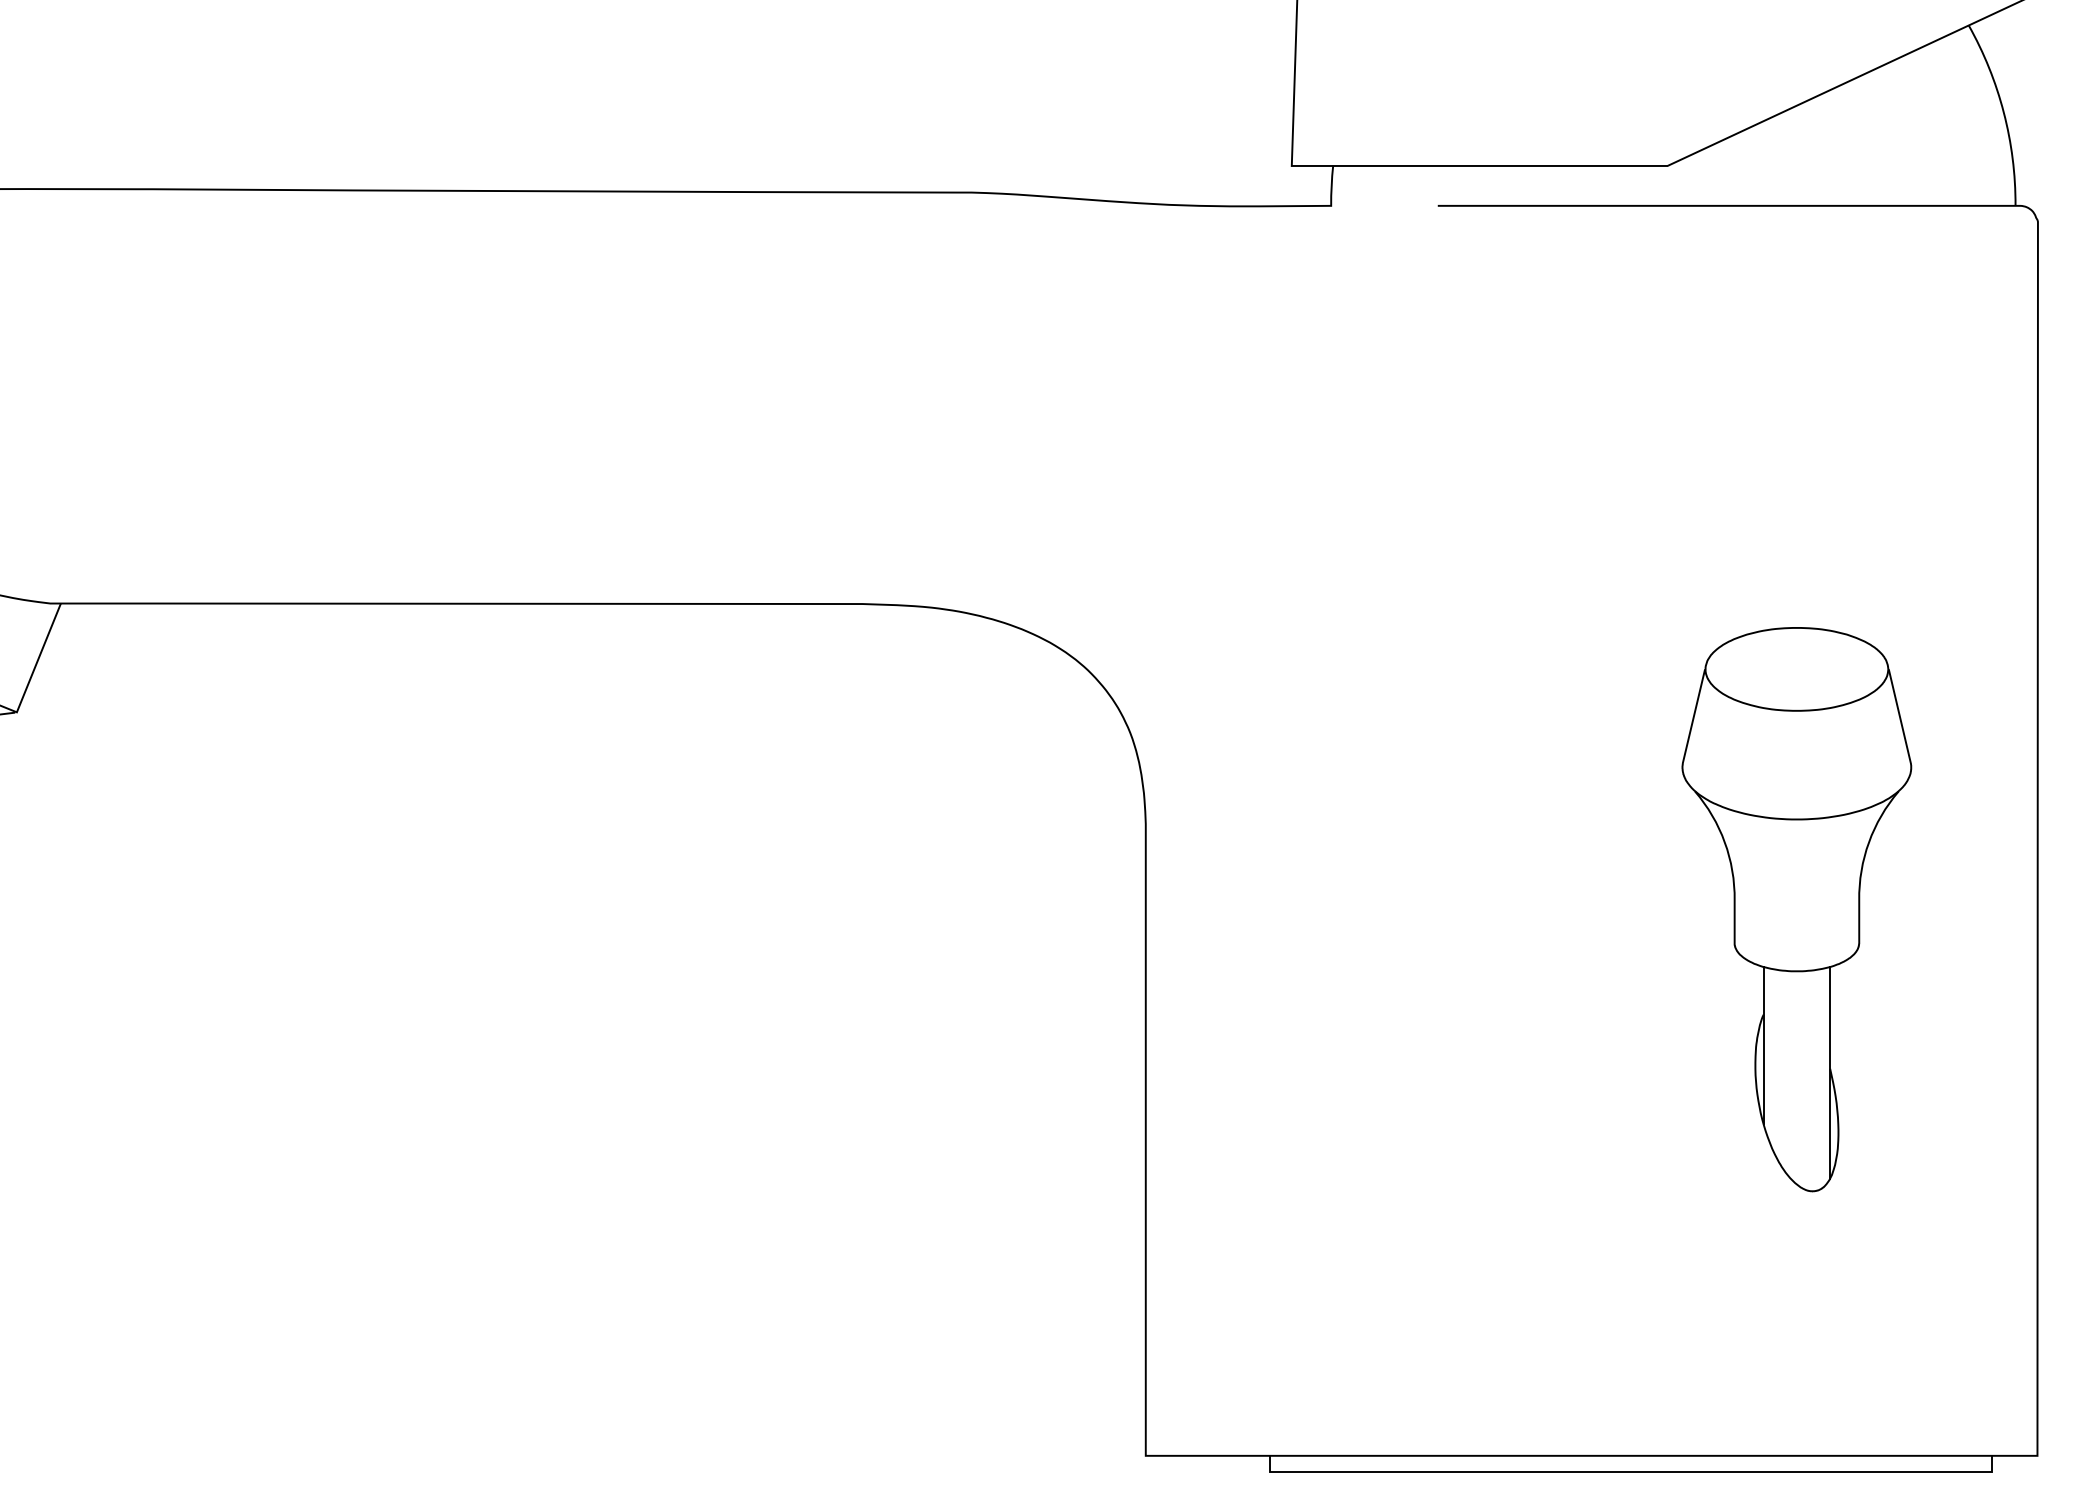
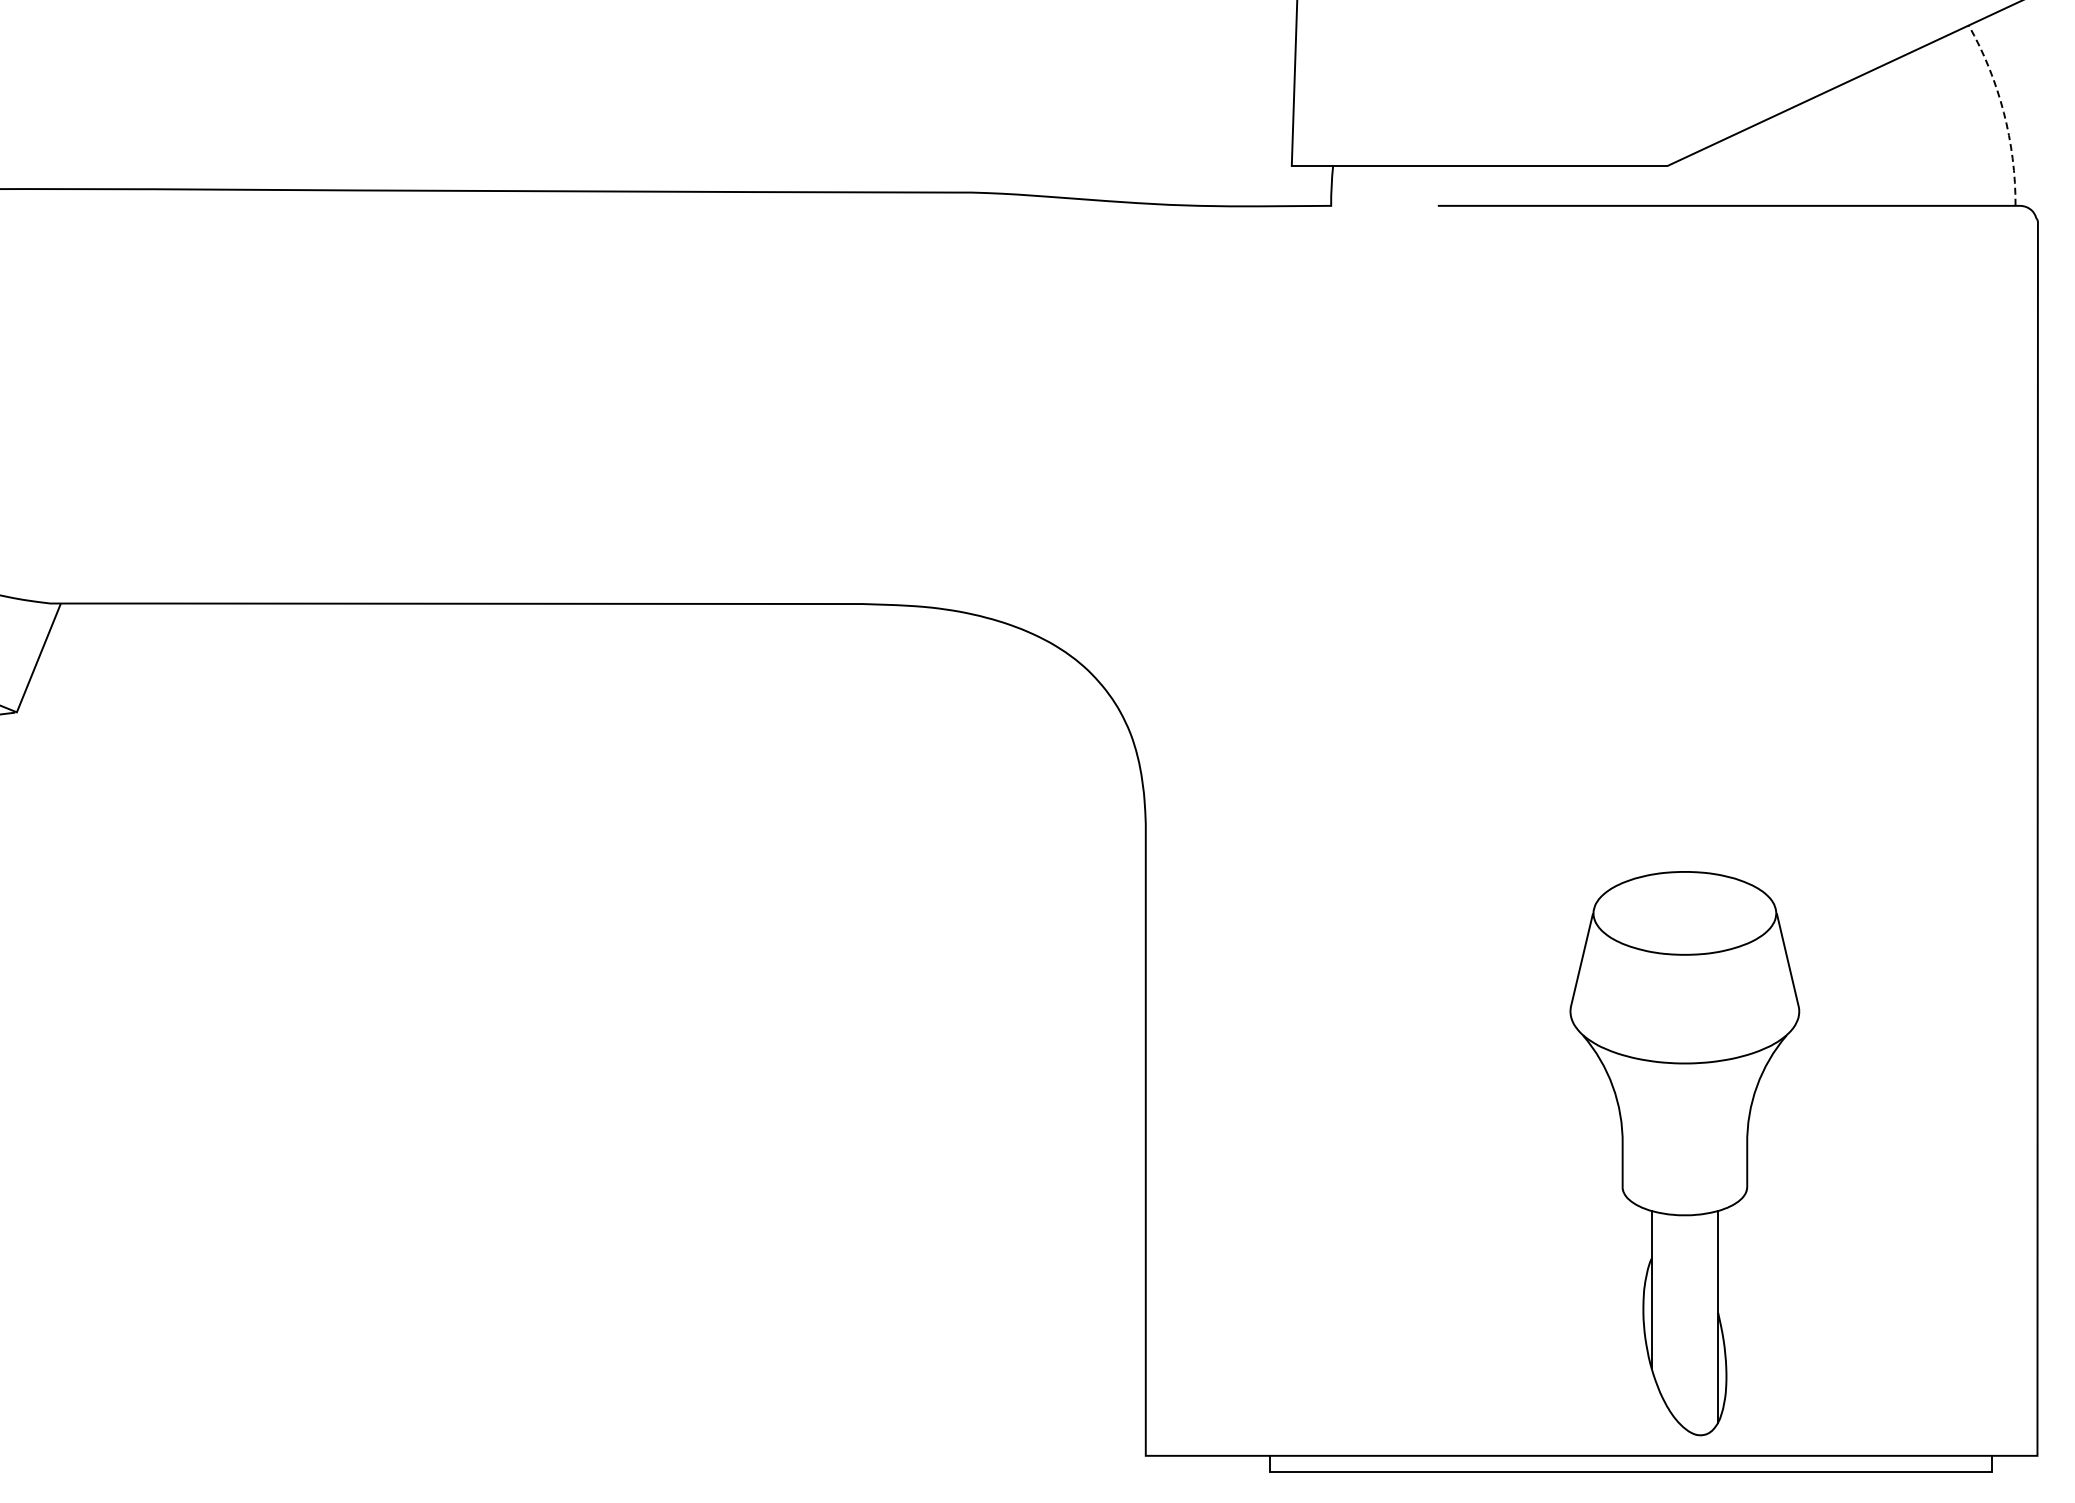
arc at (2003, 112): solid -> dashed
part at (1796, 909) position: (1796, 909) -> (1684, 1153)
